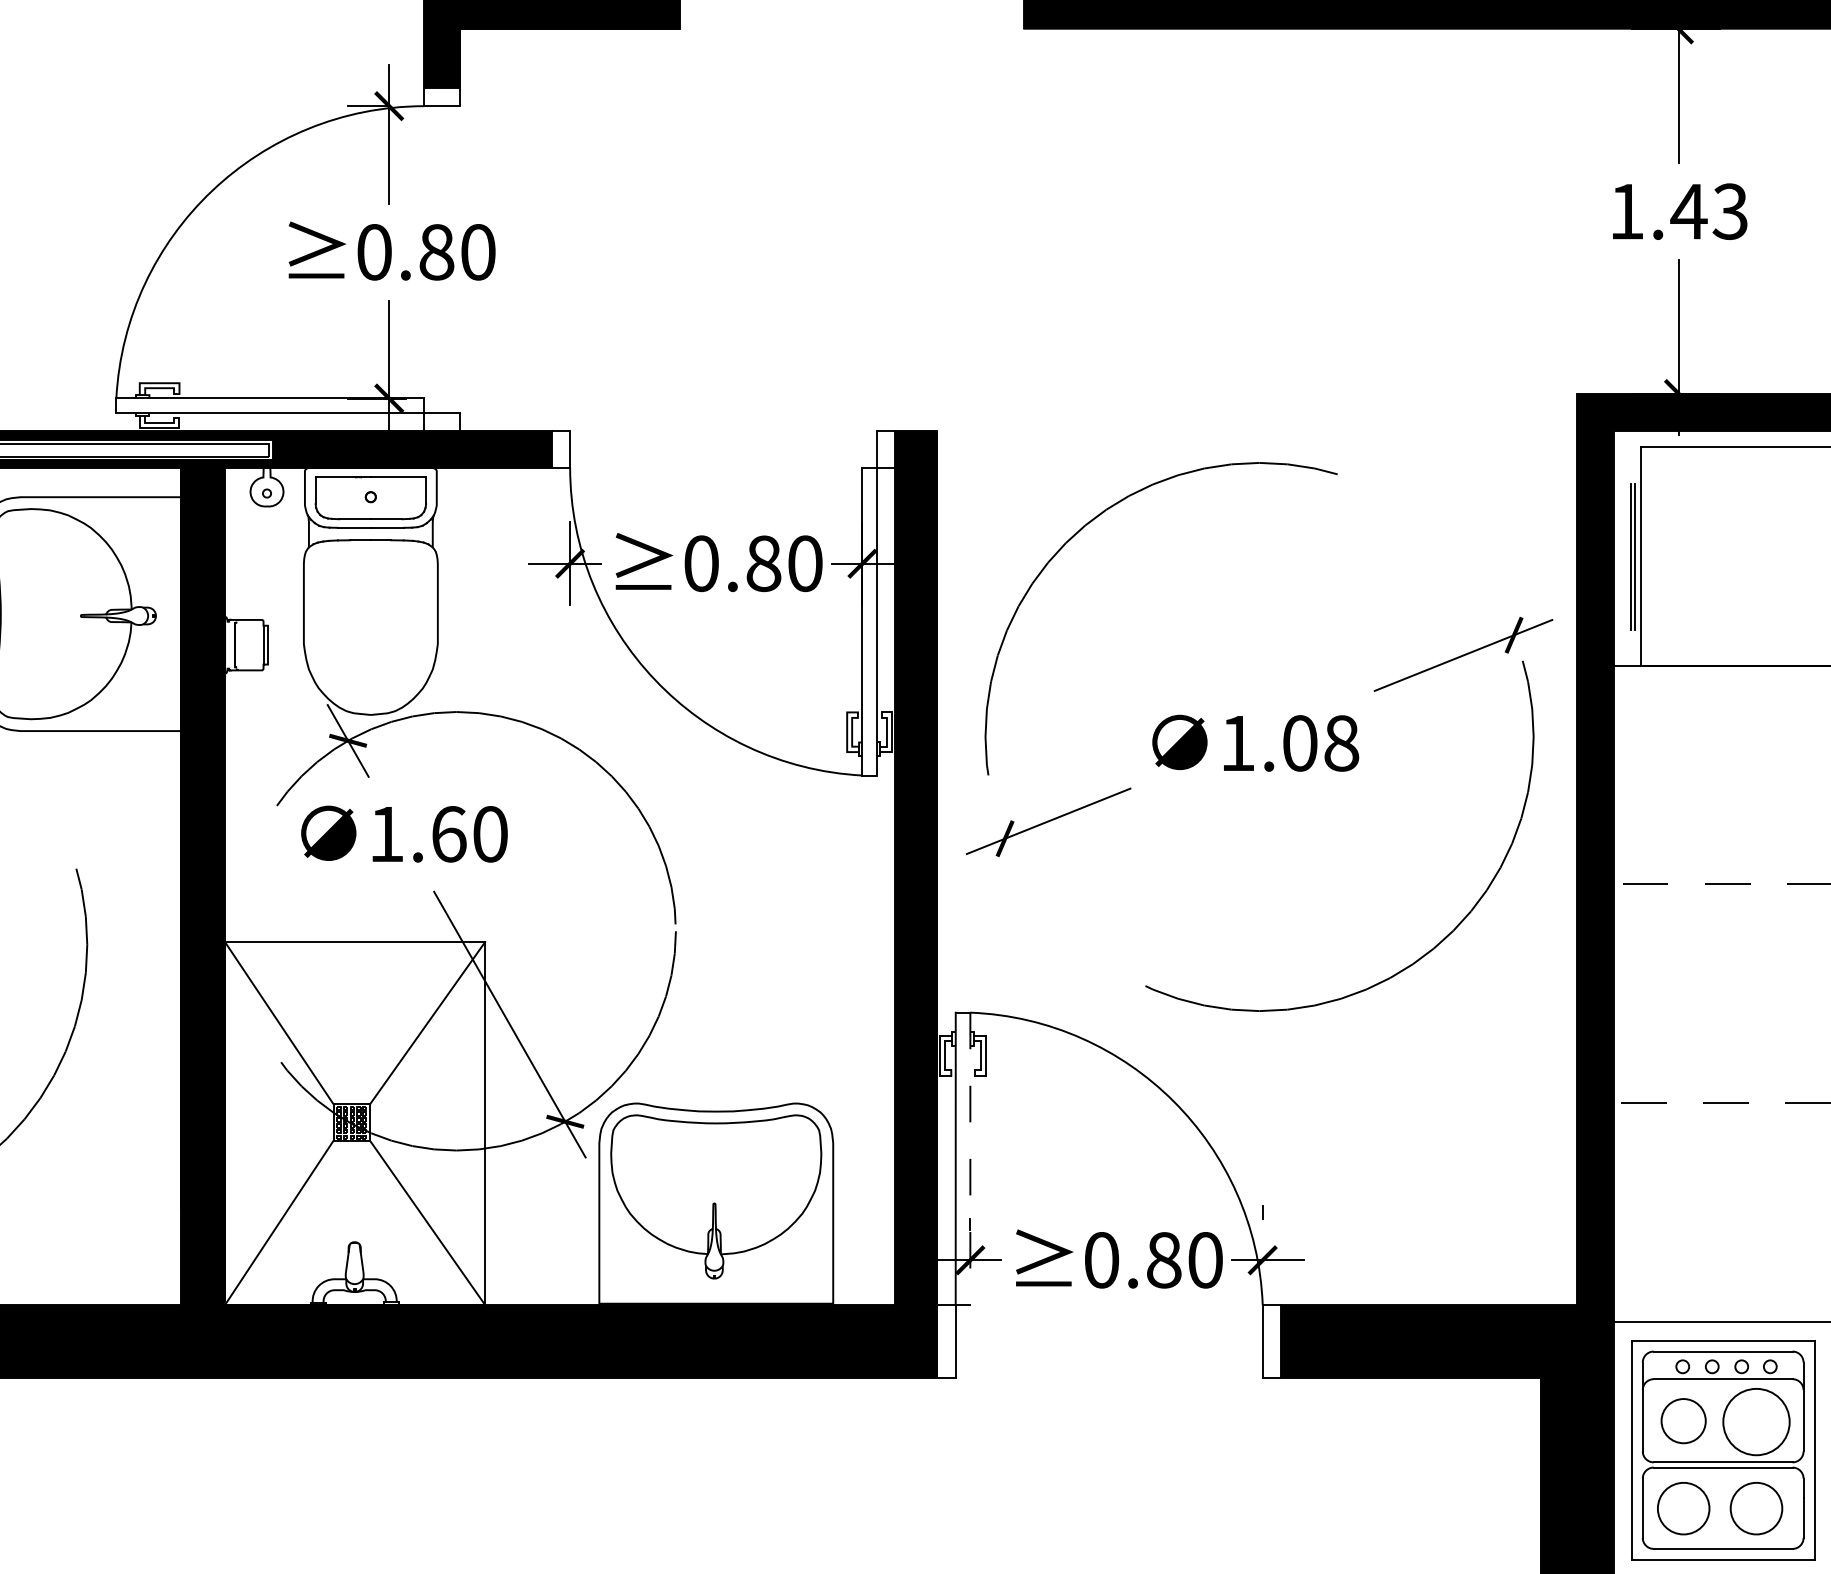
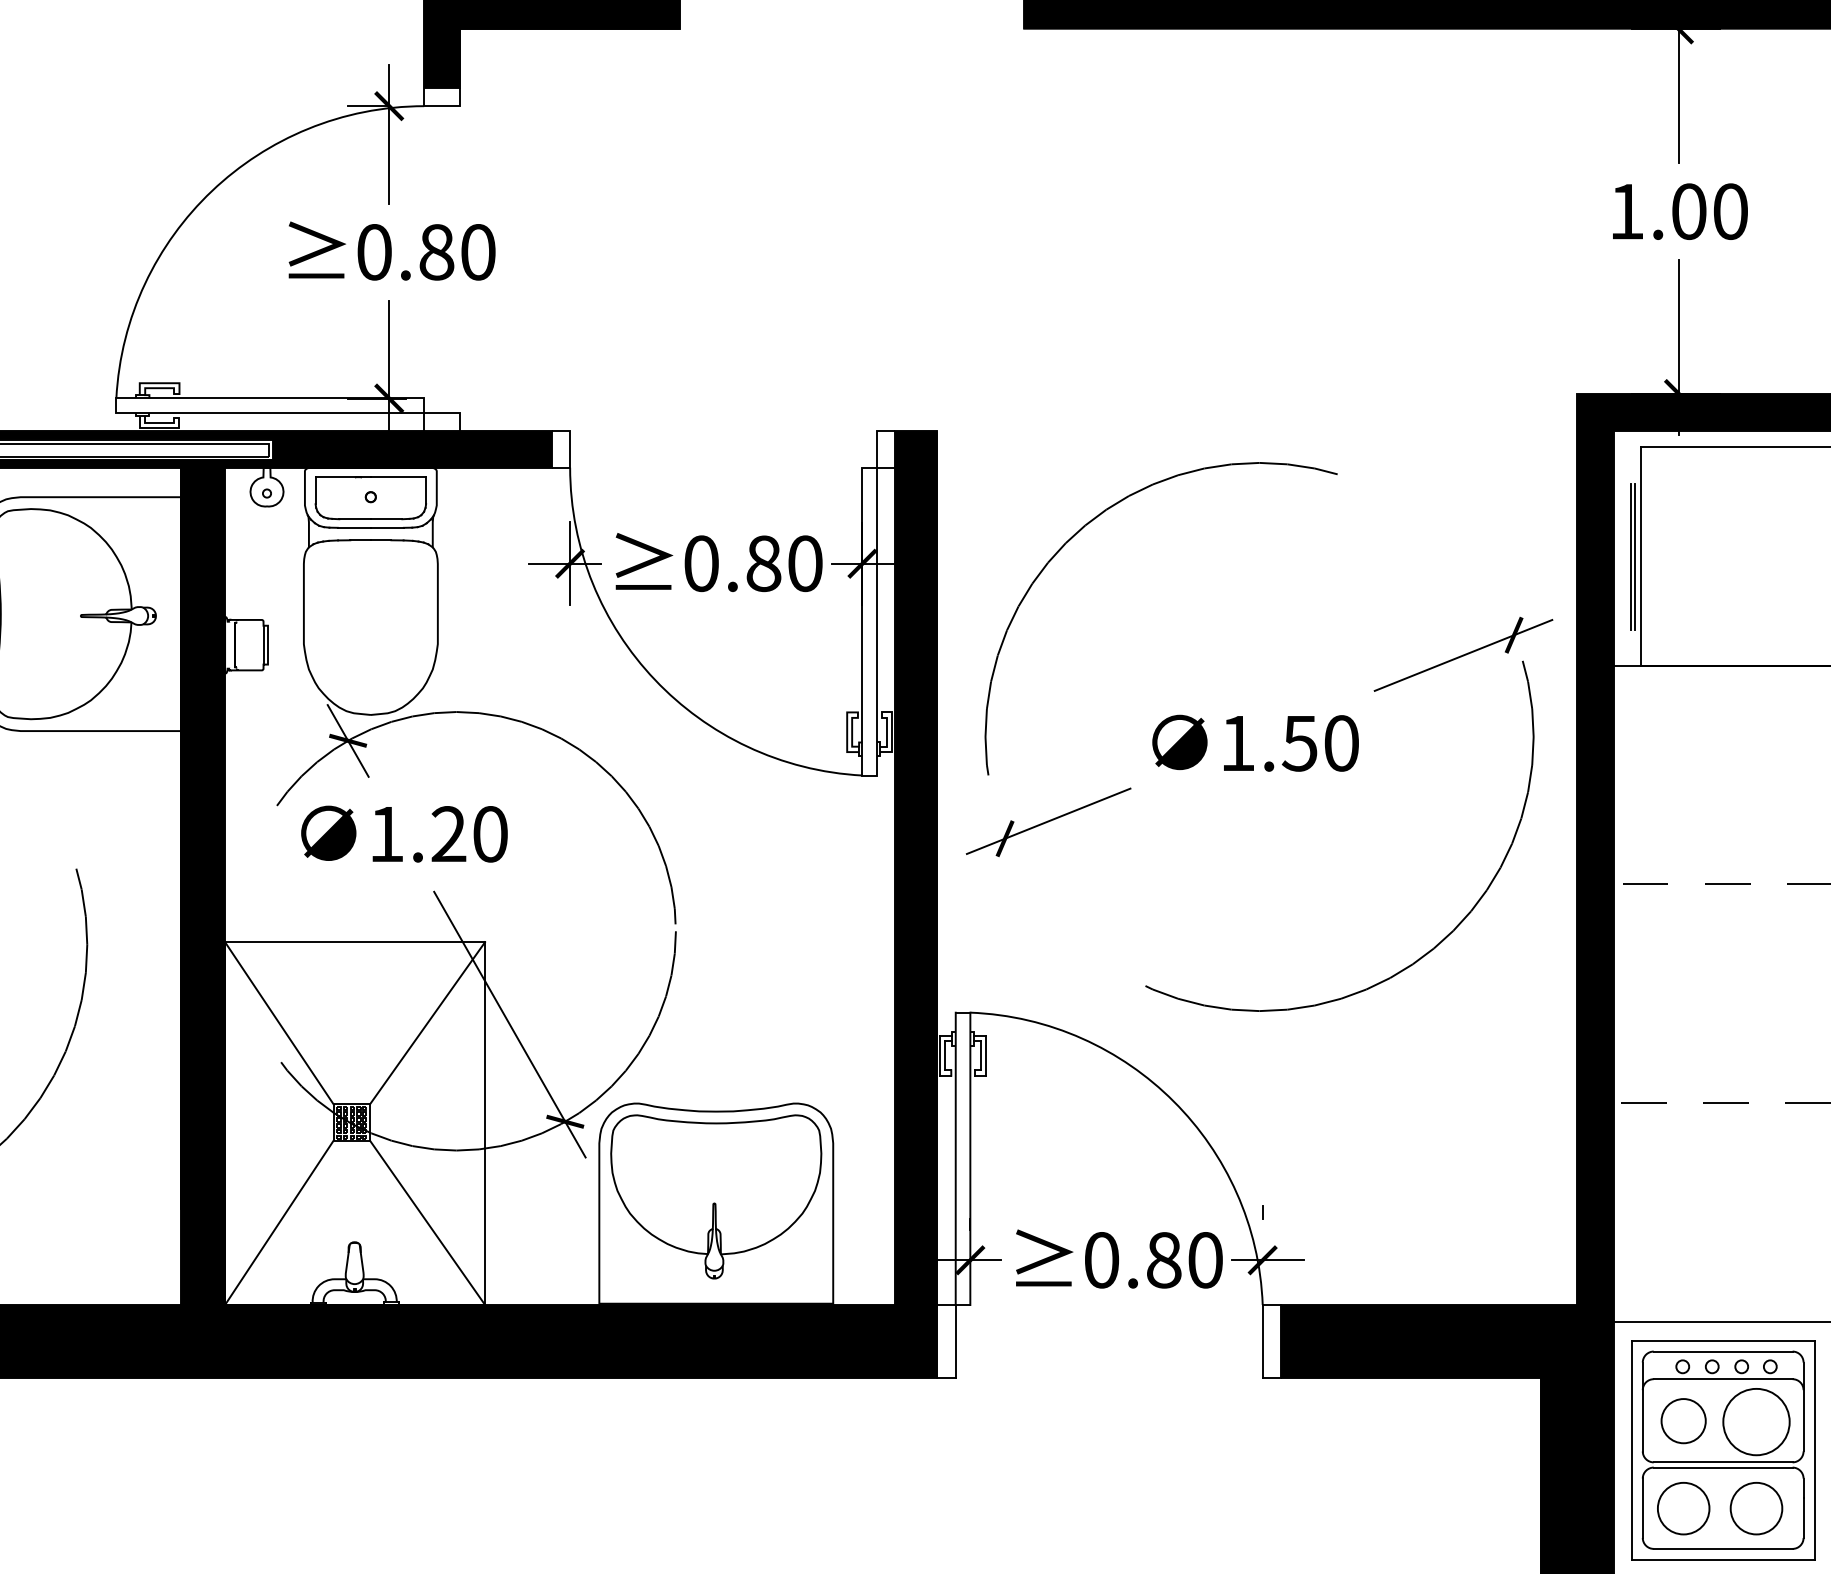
text at (1708, 211): 1.43 -> 1.00
text at (1320, 743): 1.08 -> 1.50
text at (448, 834): 1.60 -> 1.20
line at (970, 1159): dashed -> solid
